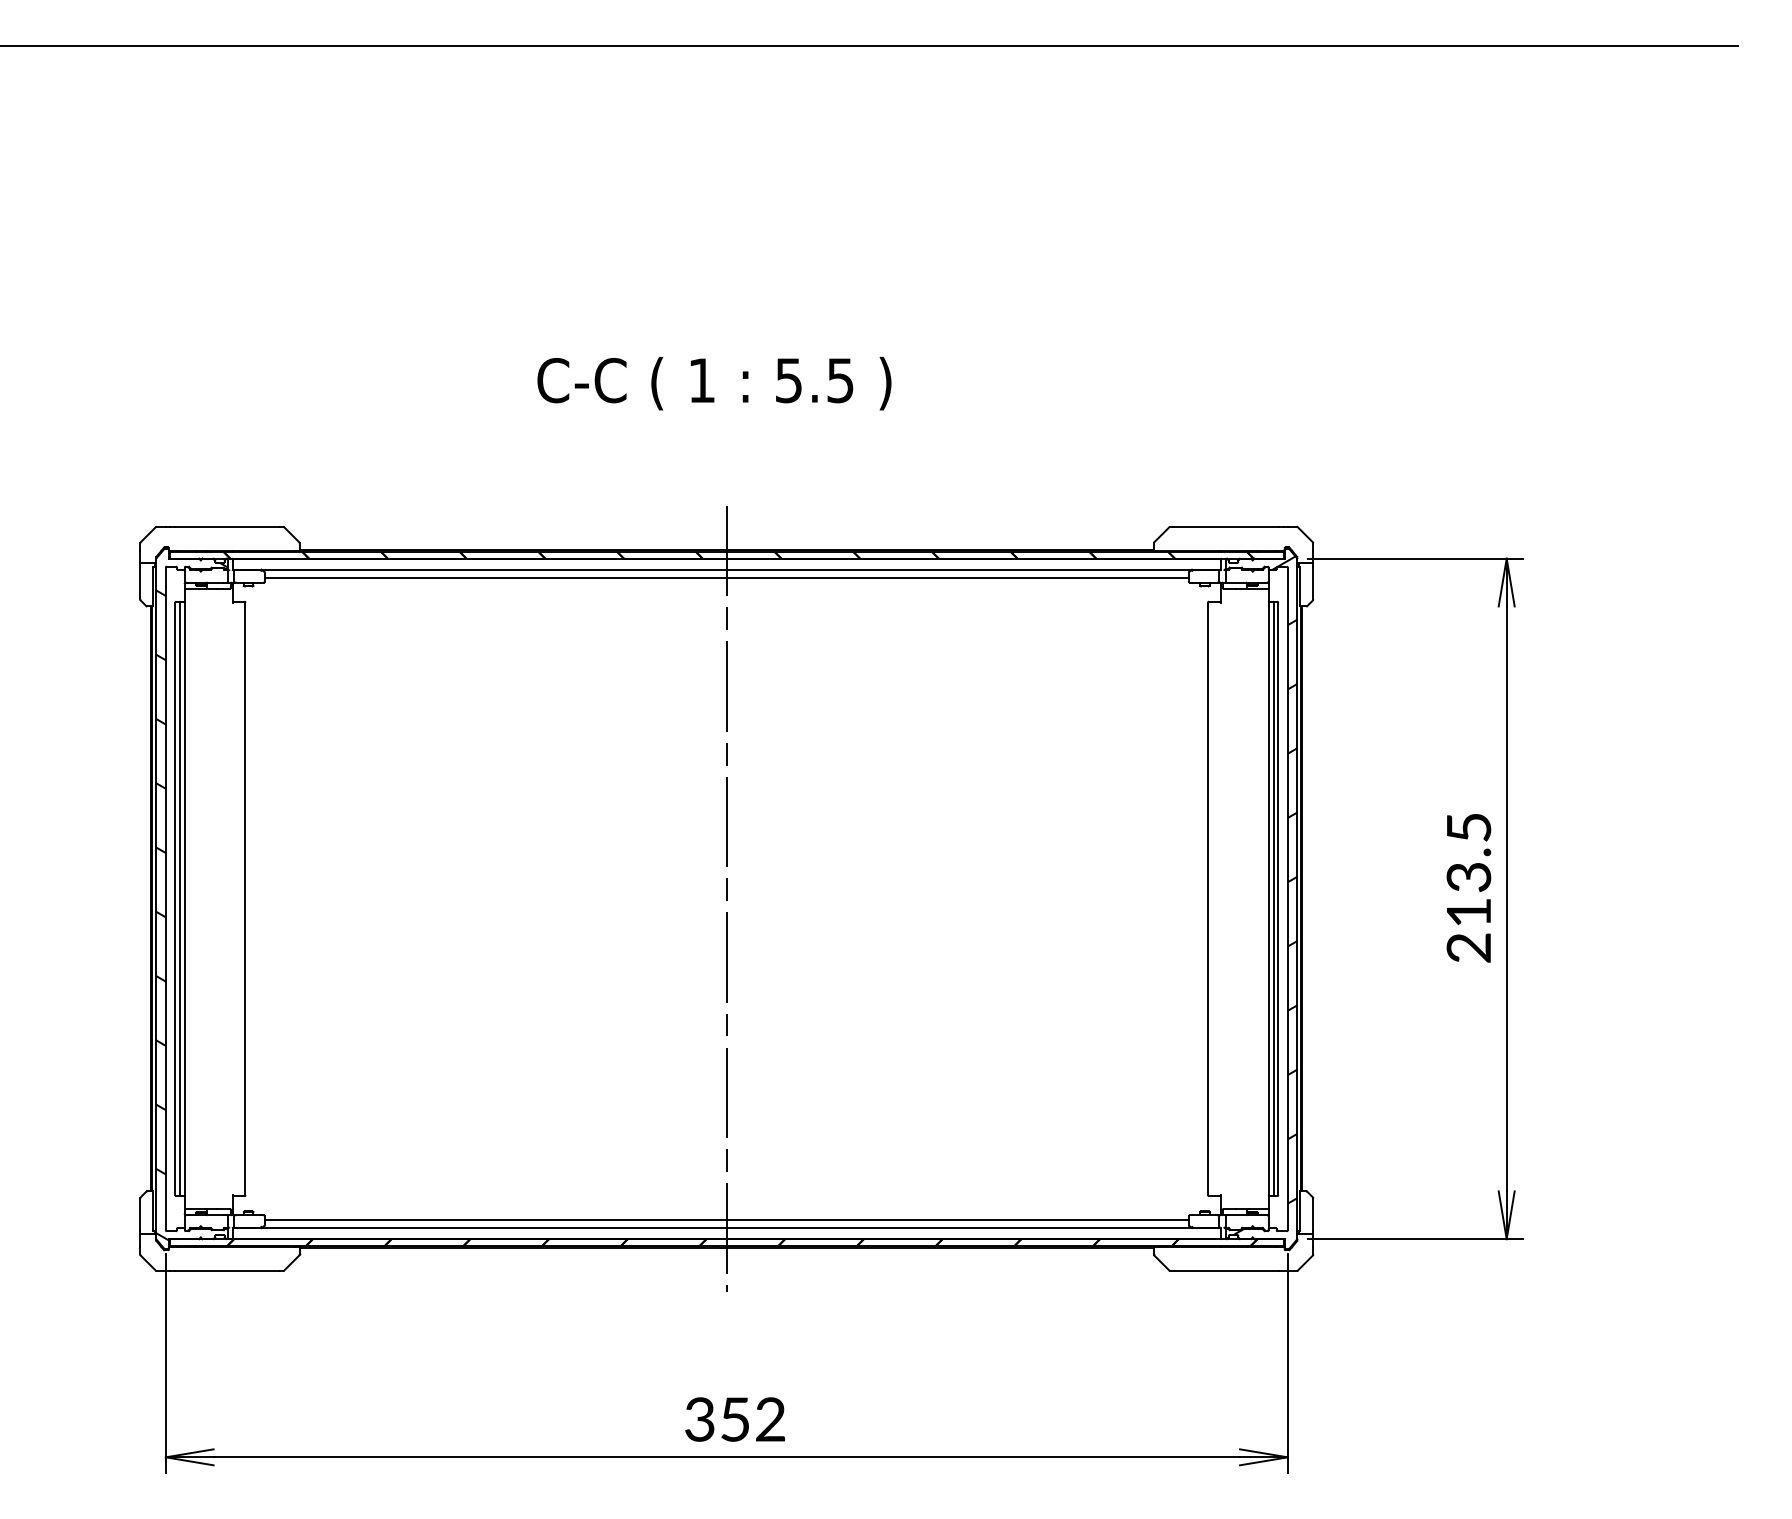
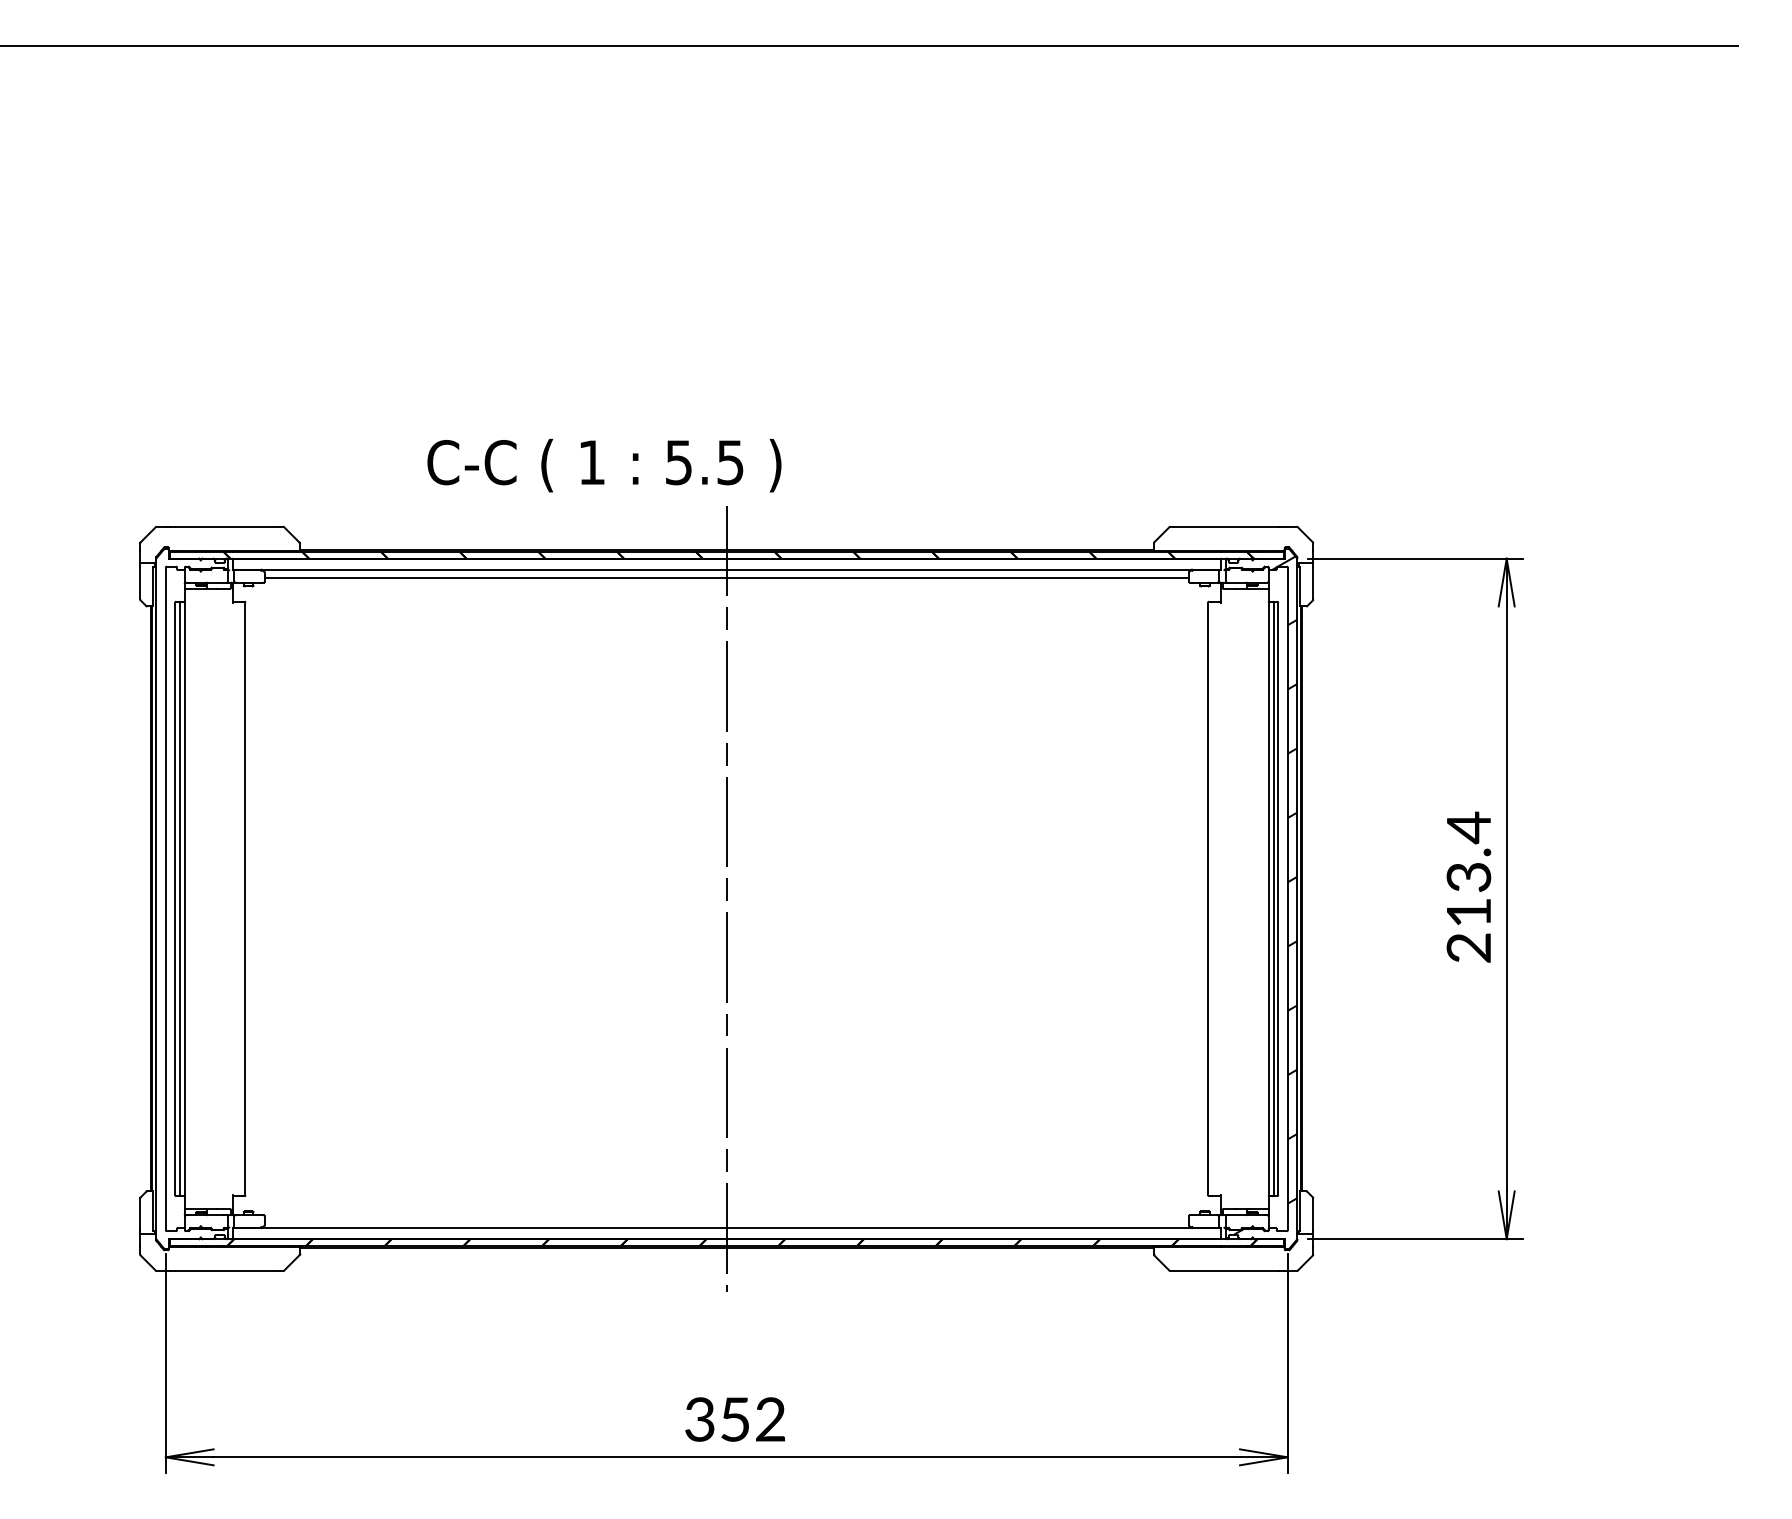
text at (714, 383) position: (714, 383) -> (604, 465)
text at (1469, 827): 213.5 -> 213.4
hatch at (191, 899): present -> none
line at (726, 1220): present -> none
